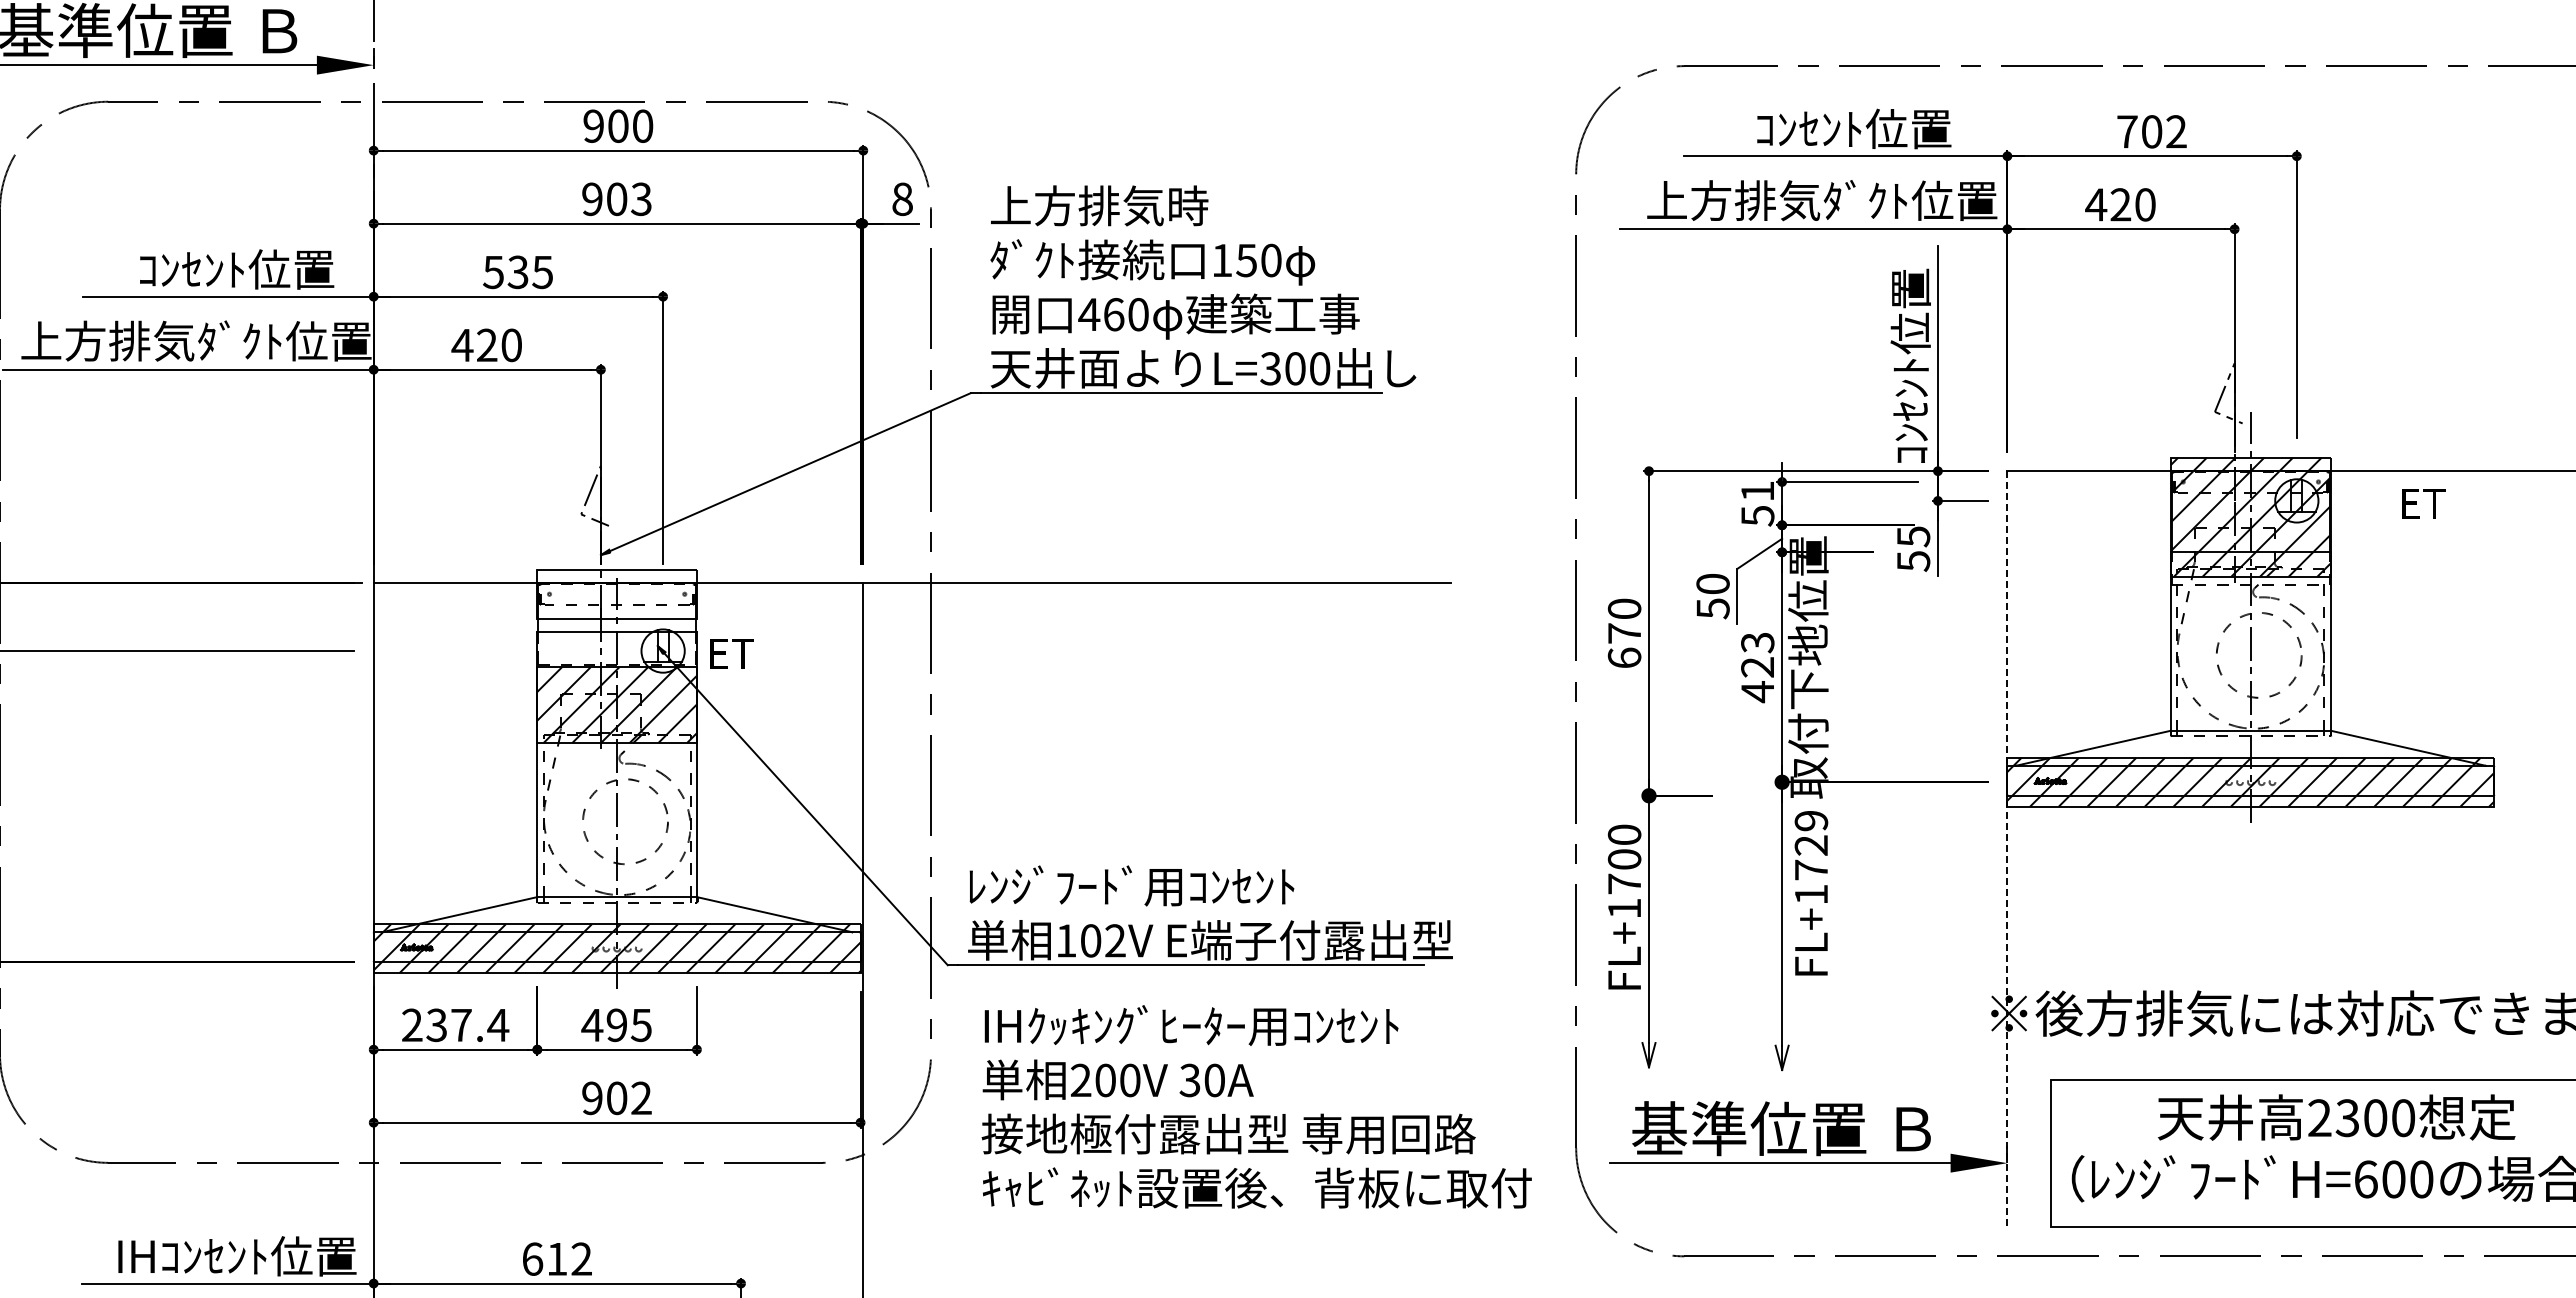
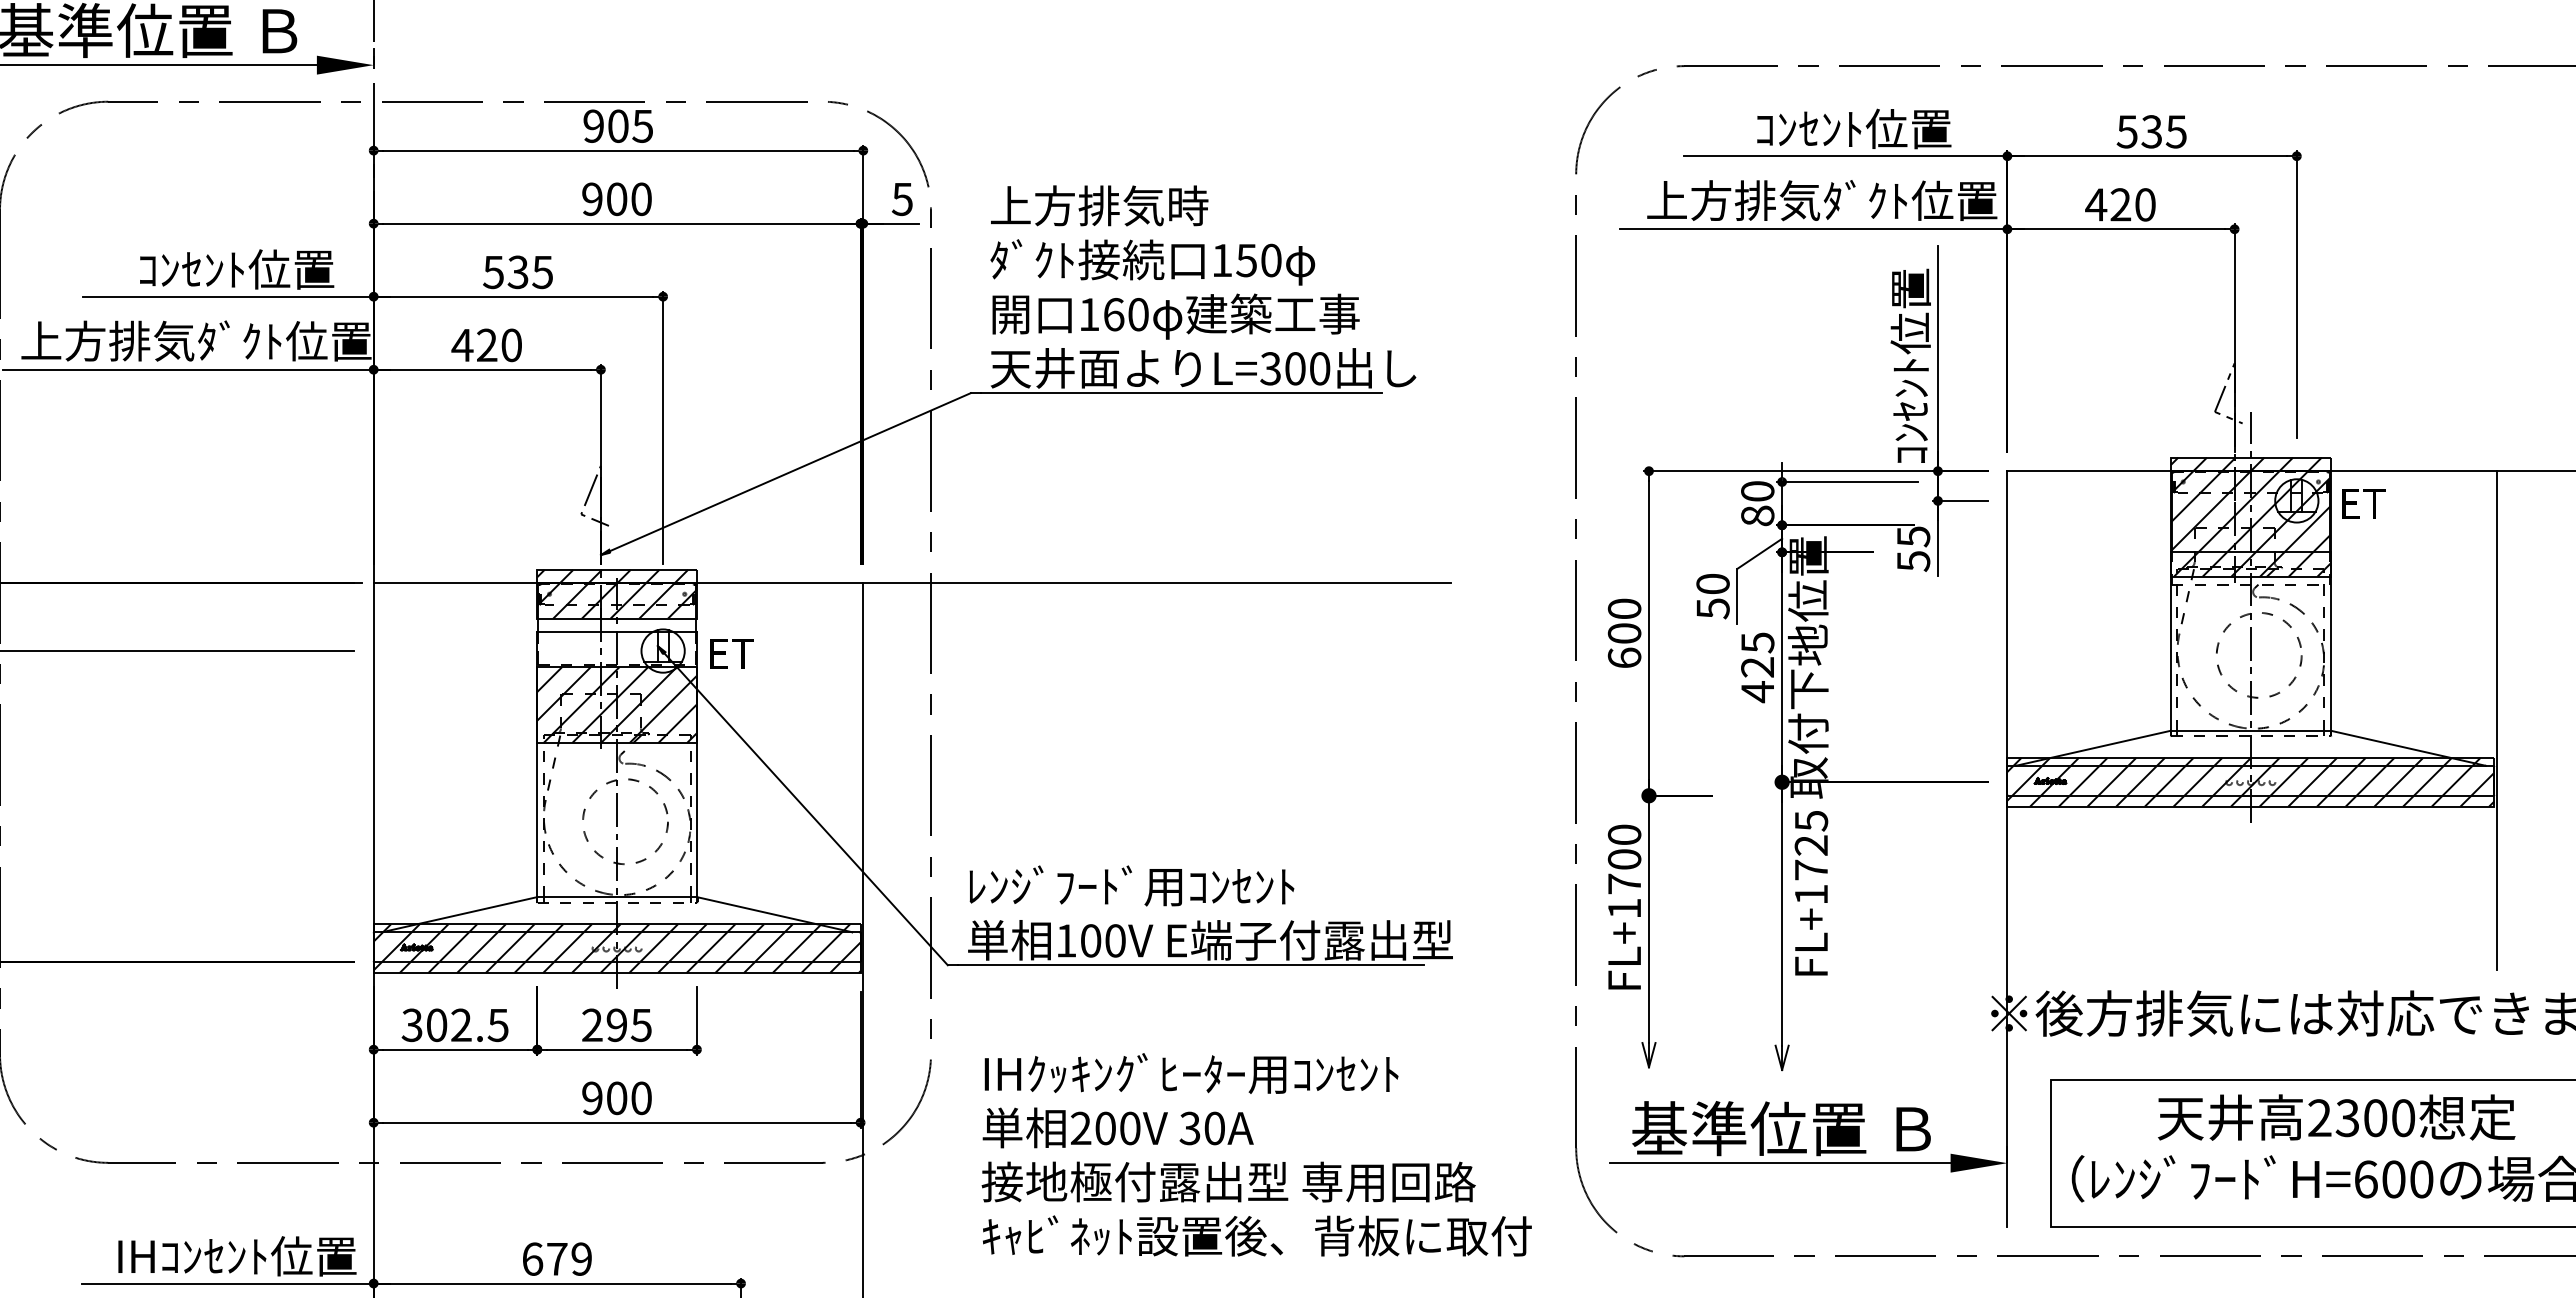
text at (642, 125): 900 -> 905
text at (2151, 131): 702 -> 535
text at (641, 198): 903 -> 900
text at (901, 198): 8 -> 5
text at (1089, 314): 460 -> 160
text at (1757, 503): 51 -> 80
text at (2423, 503) position: (2423, 503) -> (2363, 503)
hatch at (616, 593): none -> present
text at (1624, 633): 670 -> 600
text at (1757, 642): 423 -> 425
line at (2497, 720): none -> present
text at (1811, 821): FL+1729 -> FL+1725
line at (2007, 849): dashed -> solid
text at (1115, 940): 102V -> 100V
text at (592, 1024): 495 -> 295
text at (455, 1025): 237.4 -> 302.5
text at (641, 1098): 902 -> 900
text at (1256, 1106) position: (1256, 1106) -> (1256, 1154)
text at (569, 1259): 612 -> 679
